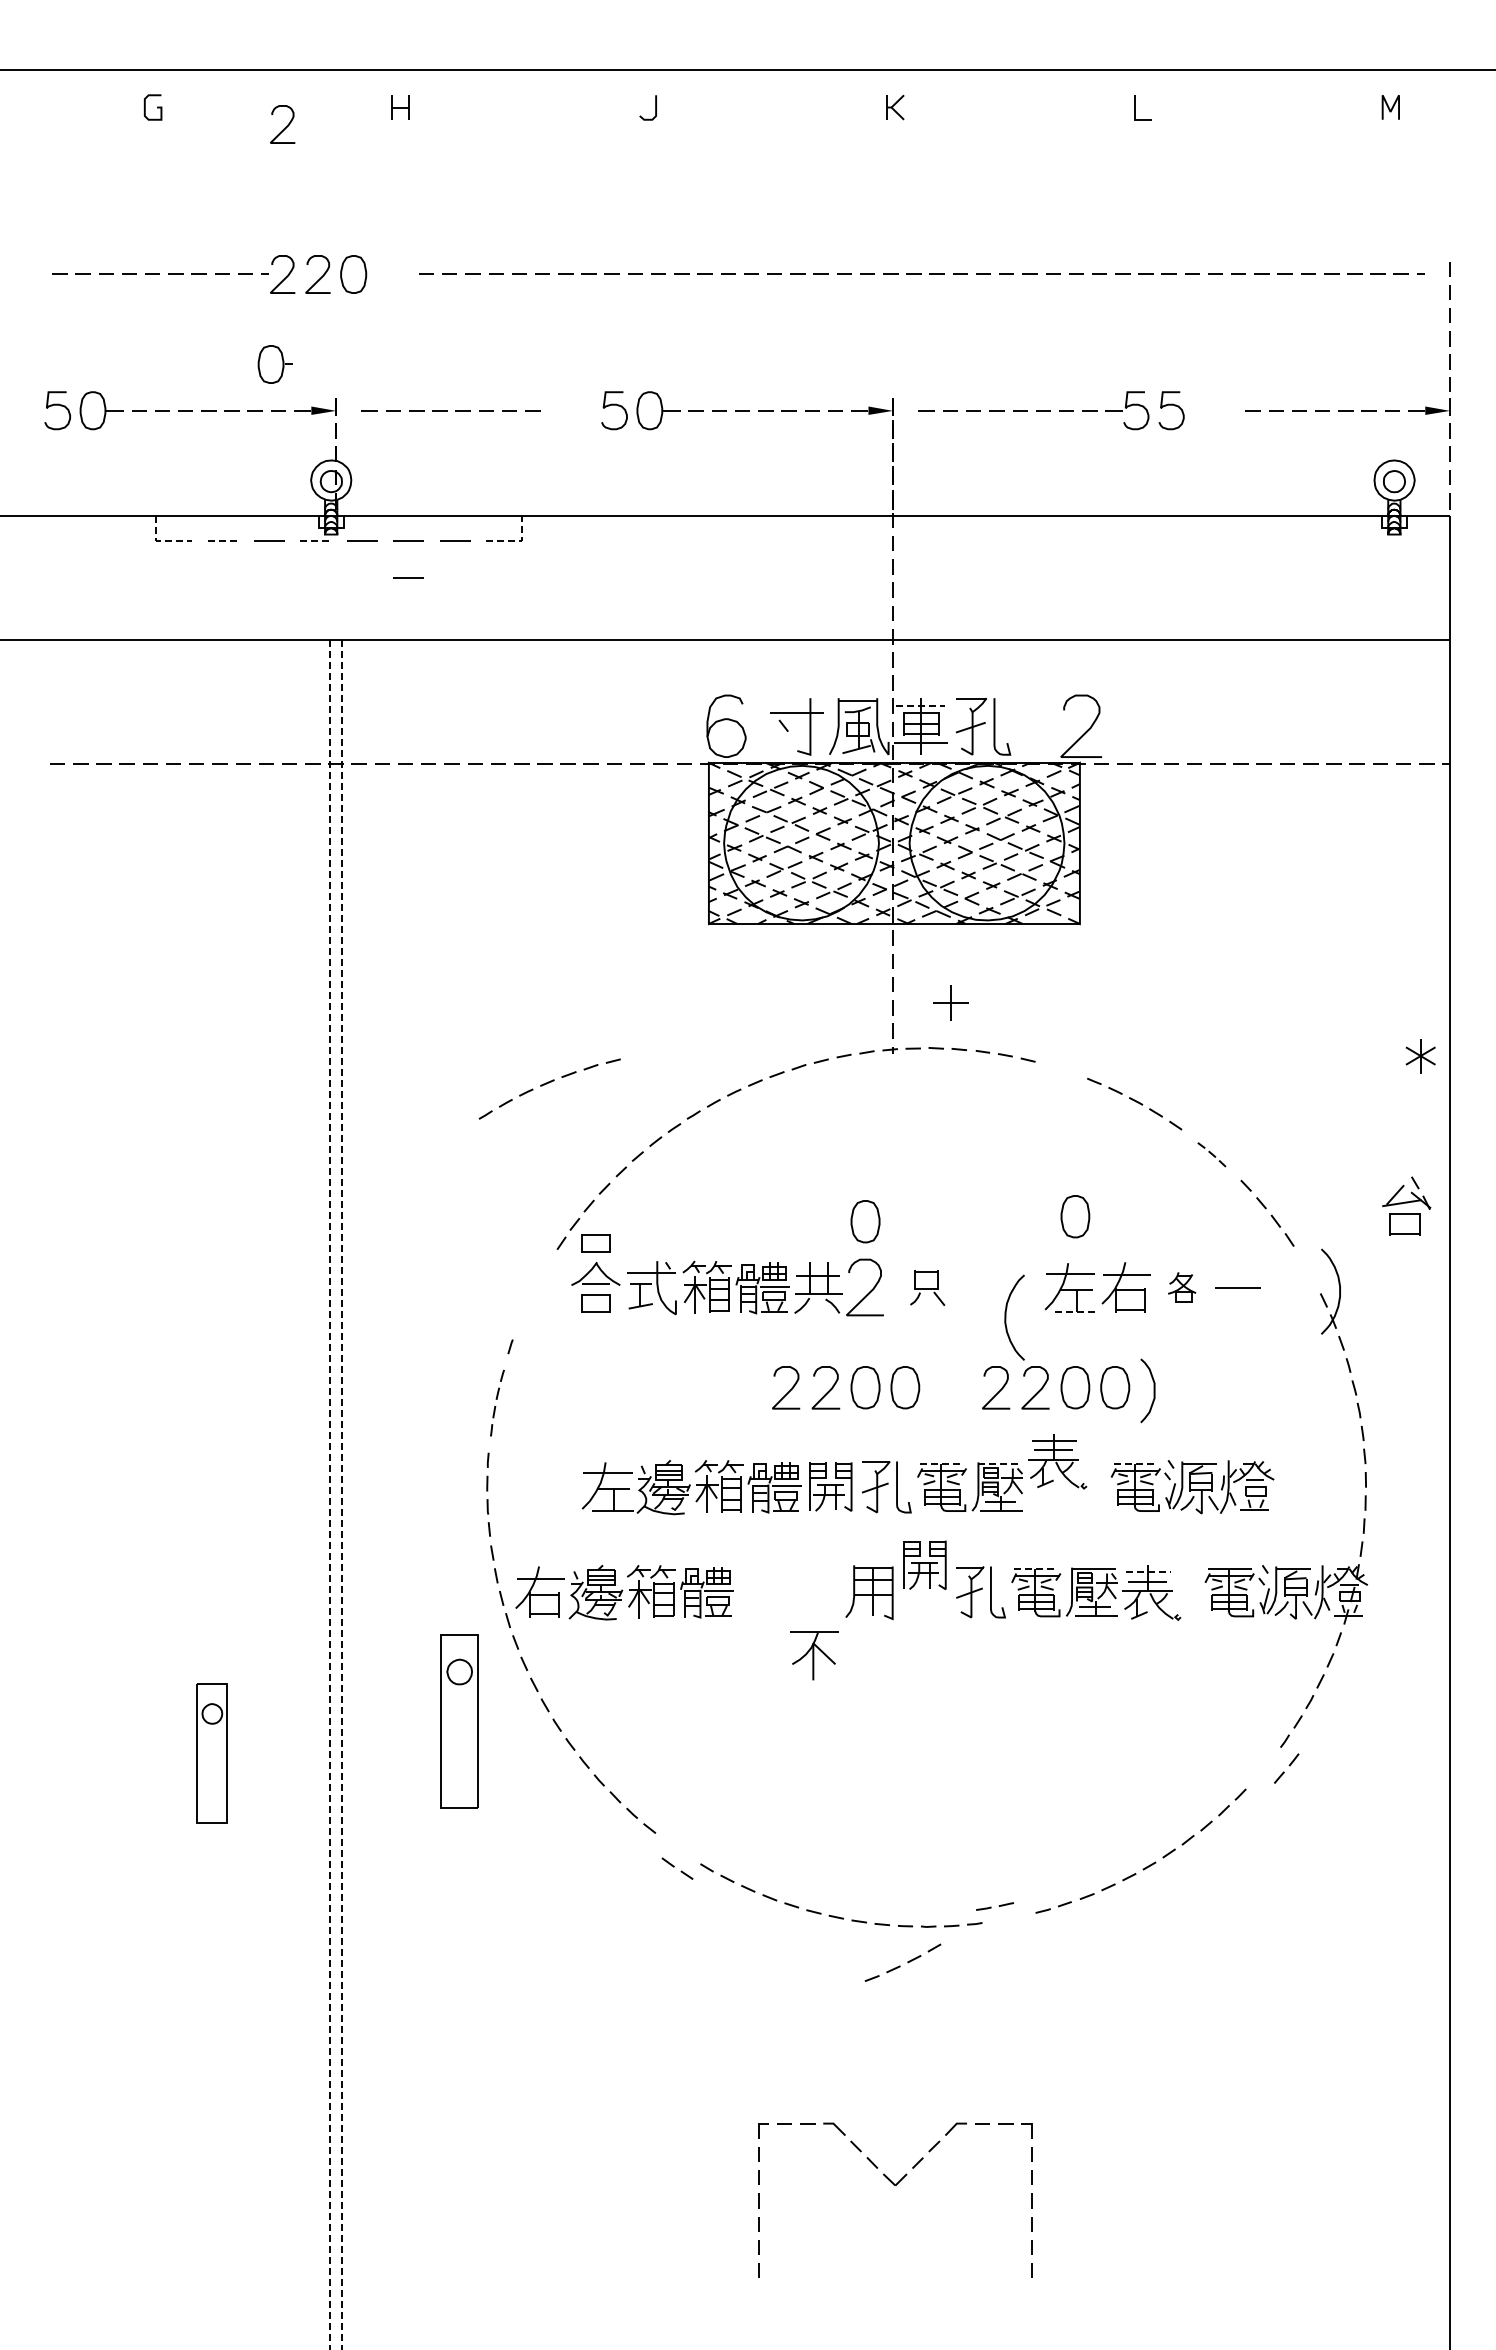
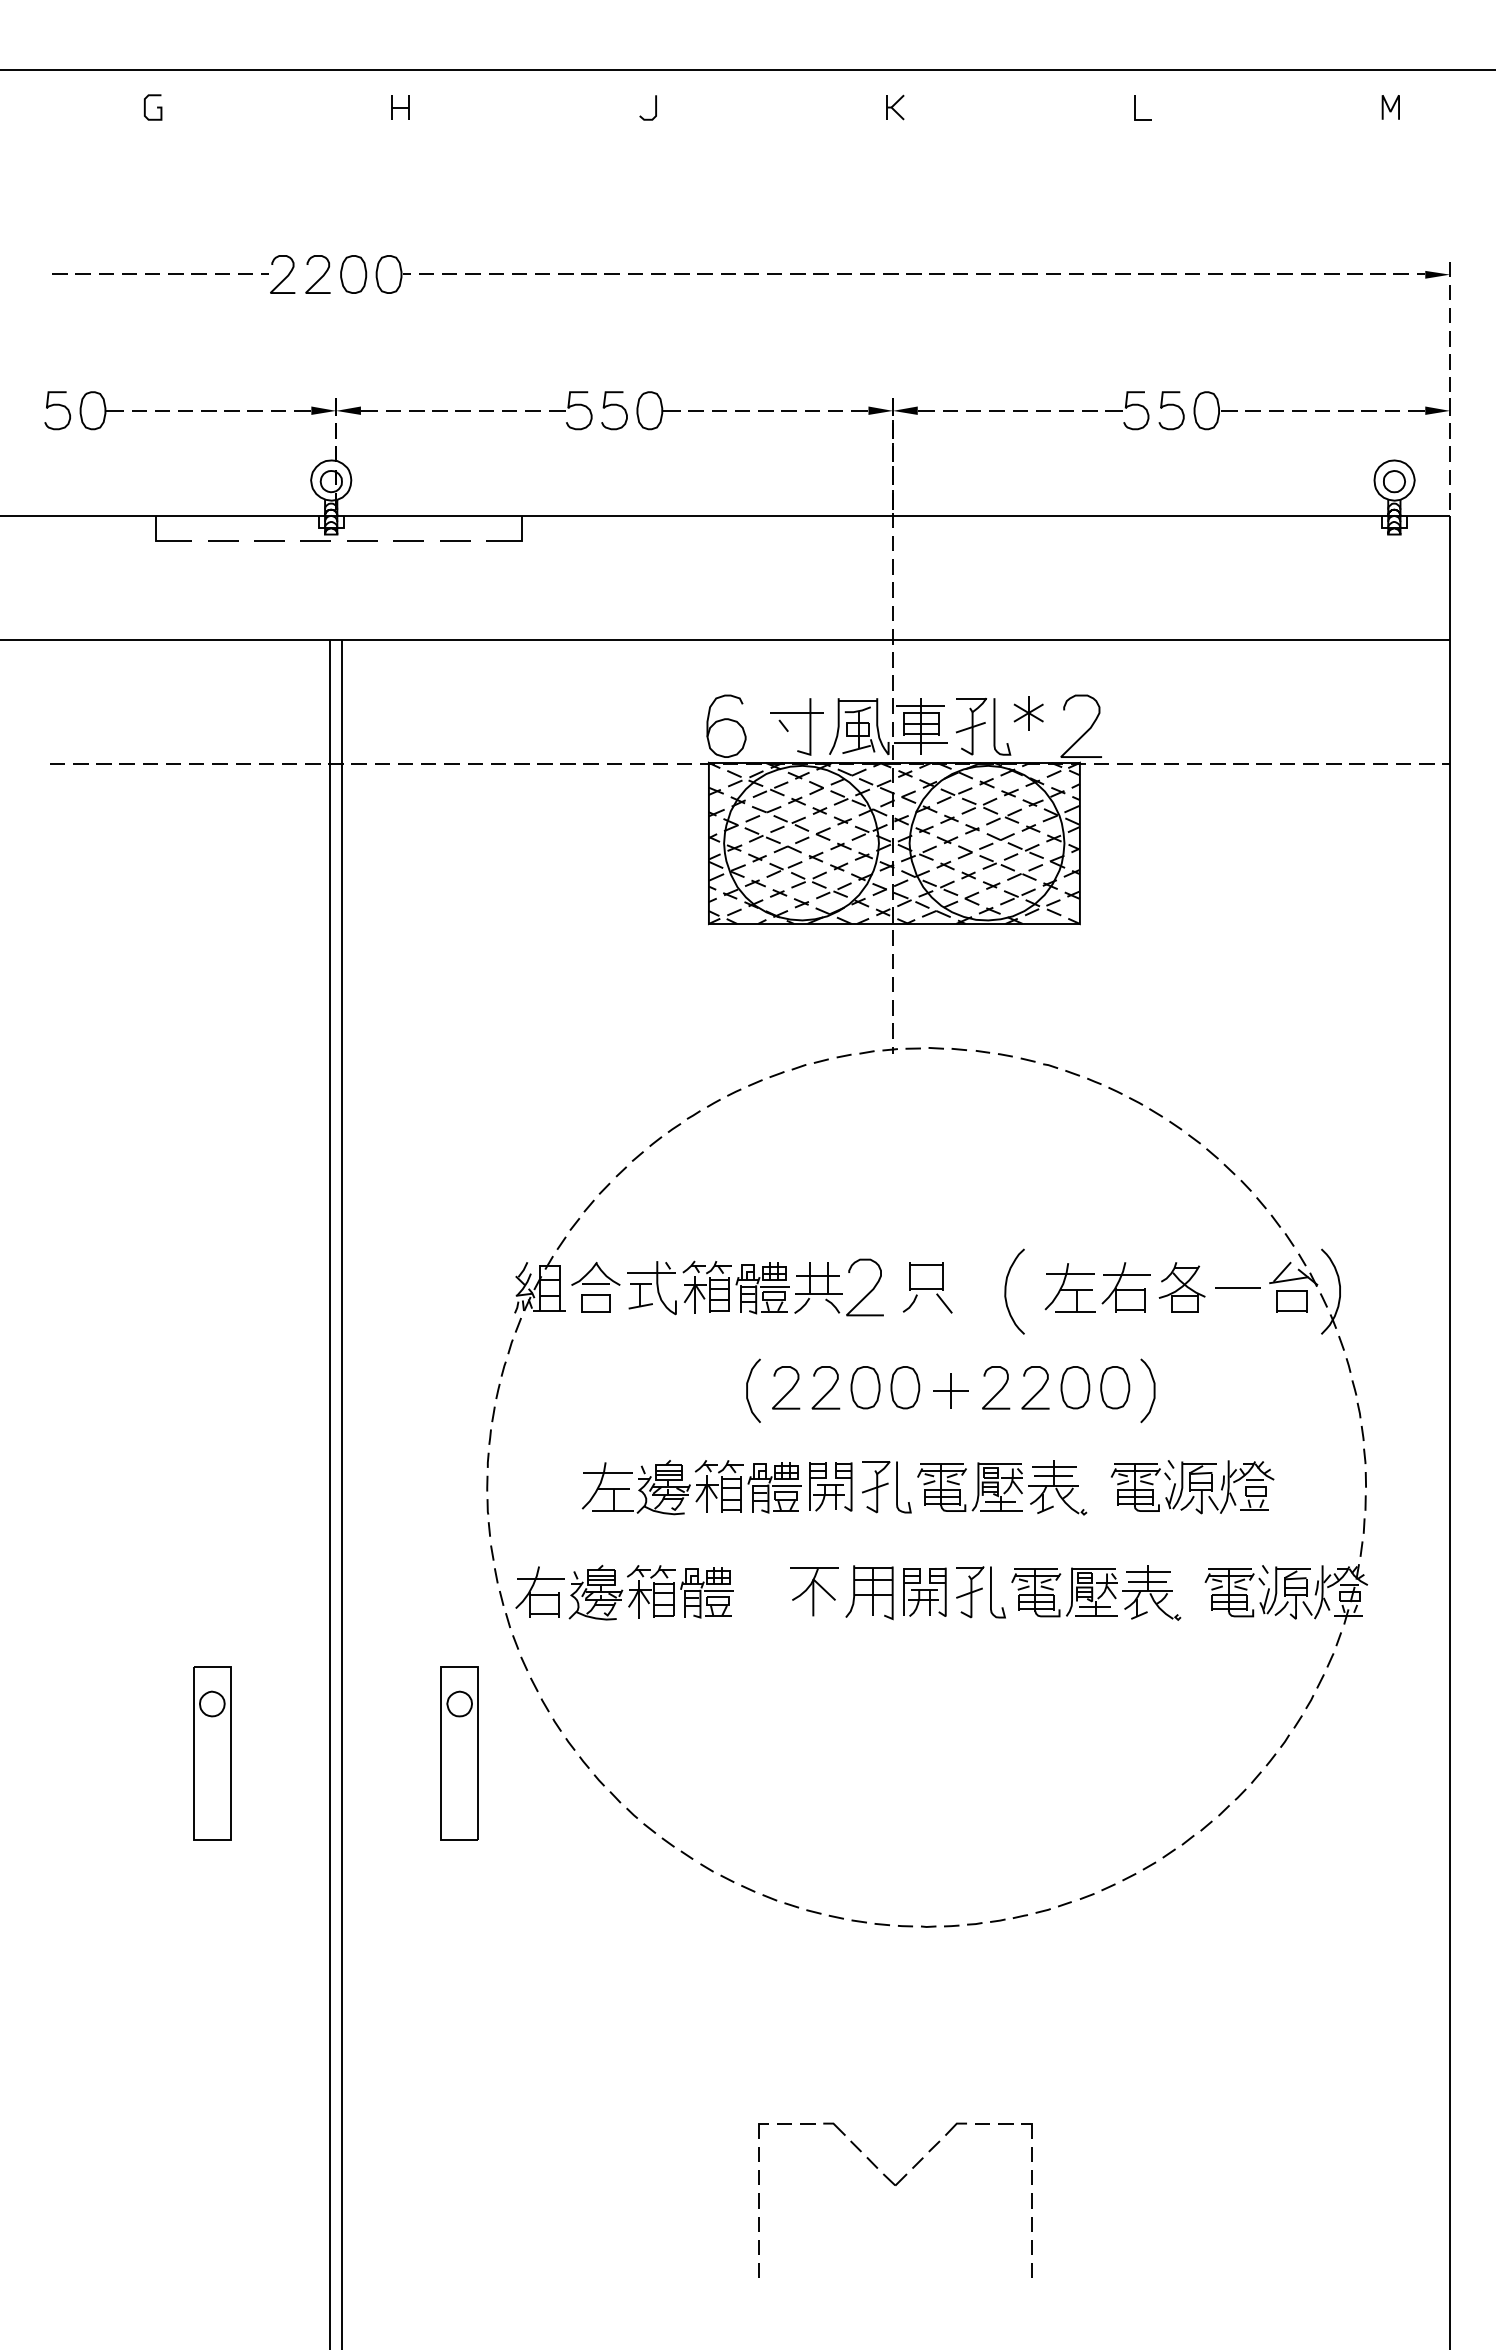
curve at (285, 126): present -> none
fill at (1437, 274): none -> present
part at (274, 364) position: (274, 364) -> (392, 274)
fill at (348, 410): none -> present
part at (570, 410): none -> present
fill at (904, 410): none -> present
part at (1215, 410): none -> present
line at (161, 540): dashed -> solid
line at (223, 540): dashed -> solid
line at (315, 540): dashed -> solid
line at (516, 540): dashed -> solid
line at (408, 577): present -> none
line at (921, 705): dashed -> solid
part at (950, 1002) position: (950, 1002) -> (950, 1390)
part at (1420, 1056) position: (1420, 1056) -> (1028, 713)
part at (1061, 1069): none -> present
part at (549, 1088): present -> none
part at (1211, 1154) size: 30x26 px -> 48x42 px
part at (1406, 1205) position: (1406, 1205) -> (1293, 1282)
part at (1075, 1216): present -> none
part at (865, 1221): present -> none
part at (595, 1243): present -> none
part at (927, 1287) size: 36x36 px -> 51x52 px
part at (1182, 1287) size: 29x31 px -> 48x51 px
part at (539, 1293): none -> present
line at (1075, 1312): dashed -> solid
curve at (1006, 1317) position: (1006, 1317) -> (1006, 1291)
curve at (747, 1390): none -> present
part at (497, 1402) size: 15x68 px -> 19x84 px
part at (1057, 1461) position: (1057, 1461) -> (1057, 1487)
line at (941, 1463): dashed -> solid
line at (1000, 1463): dashed -> solid
line at (1135, 1463): dashed -> solid
line at (329, 1494): dashed -> solid
line at (342, 1494): dashed -> solid
part at (924, 1564) position: (924, 1564) -> (924, 1591)
line at (1035, 1568): dashed -> solid
line at (1148, 1572): dashed -> solid
part at (814, 1655) position: (814, 1655) -> (814, 1591)
part at (459, 1721) position: (459, 1721) -> (459, 1753)
part at (211, 1753) size: 32x141 px -> 39x175 px
part at (1286, 1768) position: (1286, 1768) -> (1263, 1768)
part at (677, 1868) position: (677, 1868) -> (677, 1848)
part at (994, 1906) position: (994, 1906) -> (1008, 1918)
part at (902, 1962): present -> none
